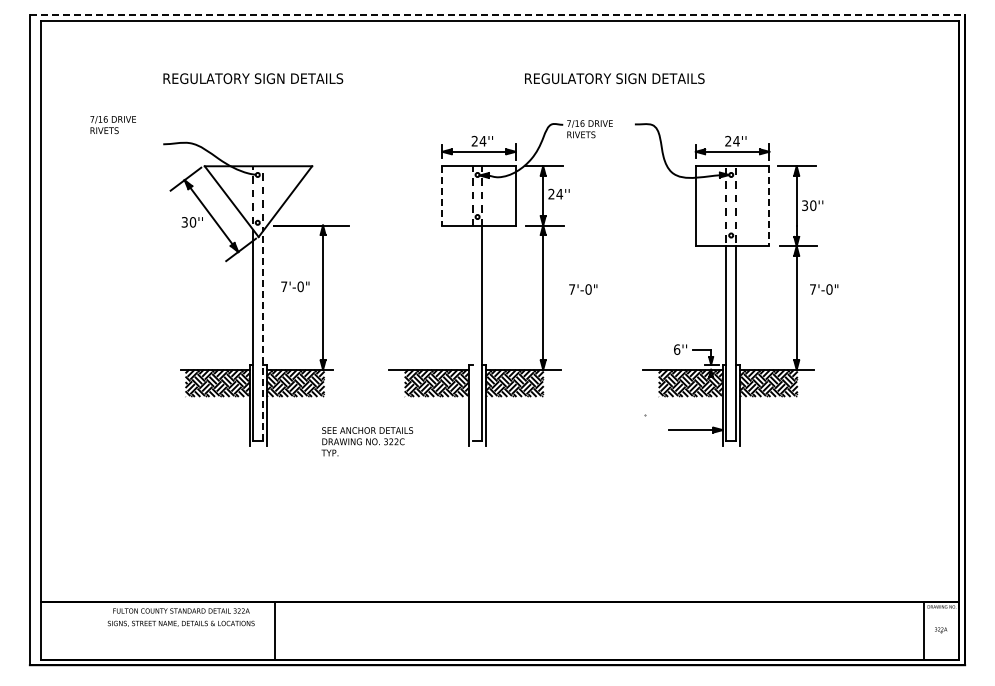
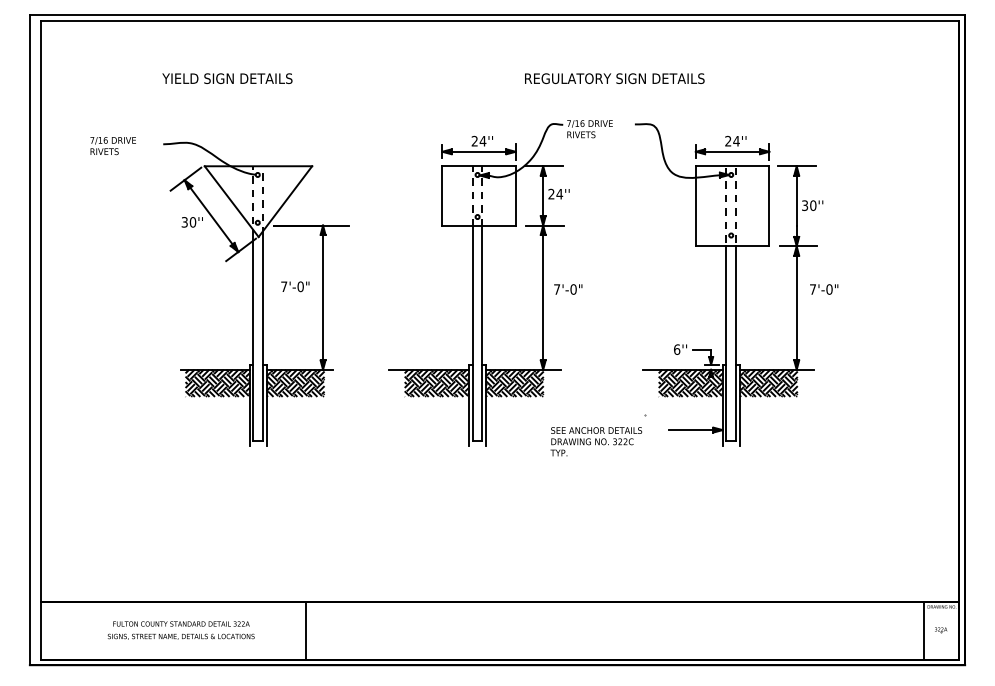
line at (497, 15): dashed -> solid
text at (252, 78): REGULATORY SIGN DETAILS -> YIELD SIGN DETAILS
text at (112, 125) position: (112, 125) -> (112, 146)
line at (442, 195): dashed -> solid
line at (769, 206): dashed -> solid
text at (583, 289) position: (583, 289) -> (568, 289)
line at (472, 333): none -> present
line at (262, 336): dashed -> solid
text at (367, 441) position: (367, 441) -> (596, 441)
text at (180, 617) position: (180, 617) -> (180, 630)
line at (275, 630) position: (275, 630) -> (306, 630)
